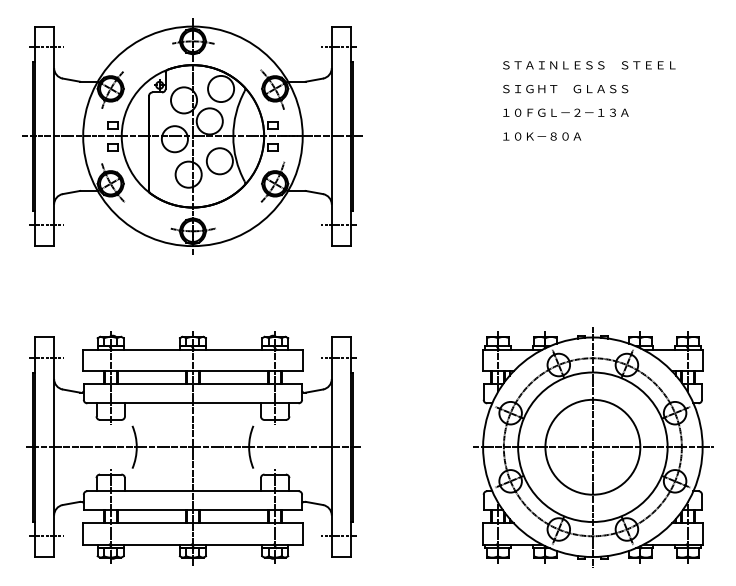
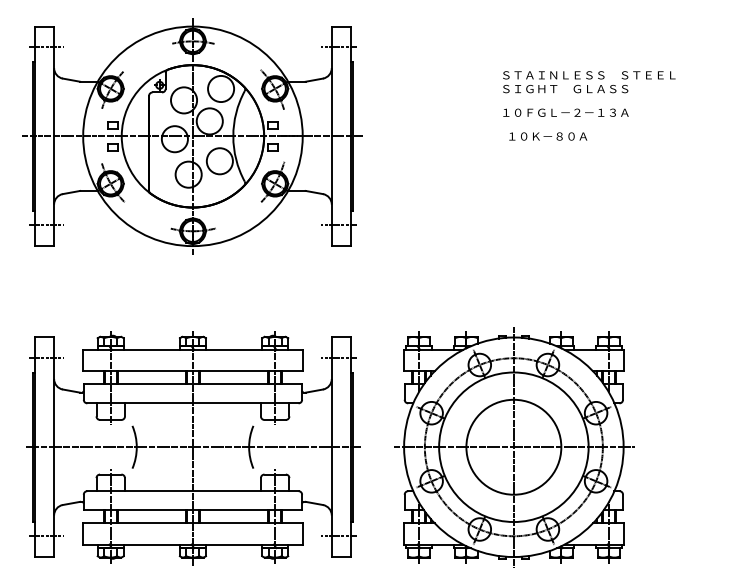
text at (589, 65) position: (589, 65) -> (589, 75)
text at (542, 136) position: (542, 136) -> (548, 136)
part at (593, 447) position: (593, 447) -> (514, 447)
